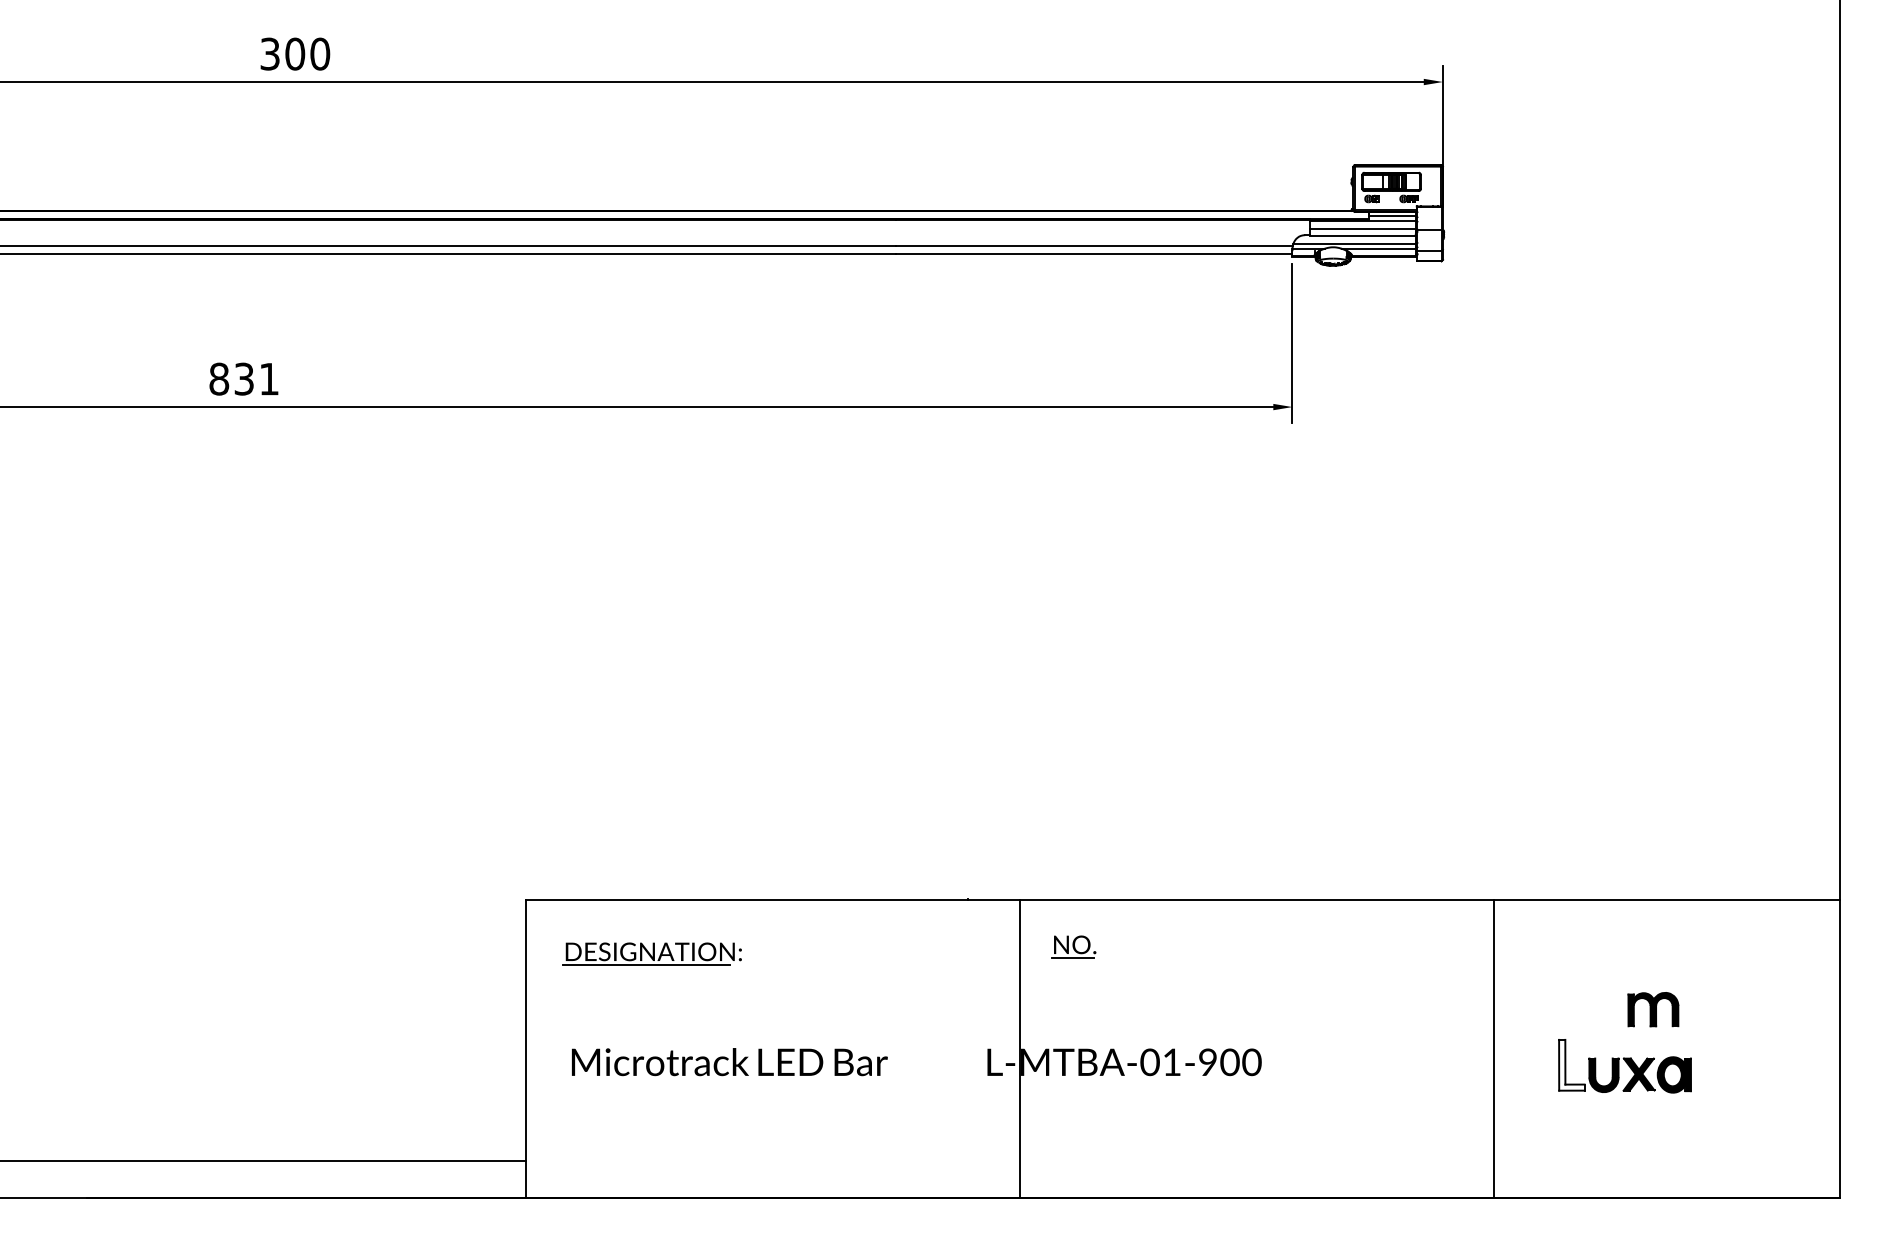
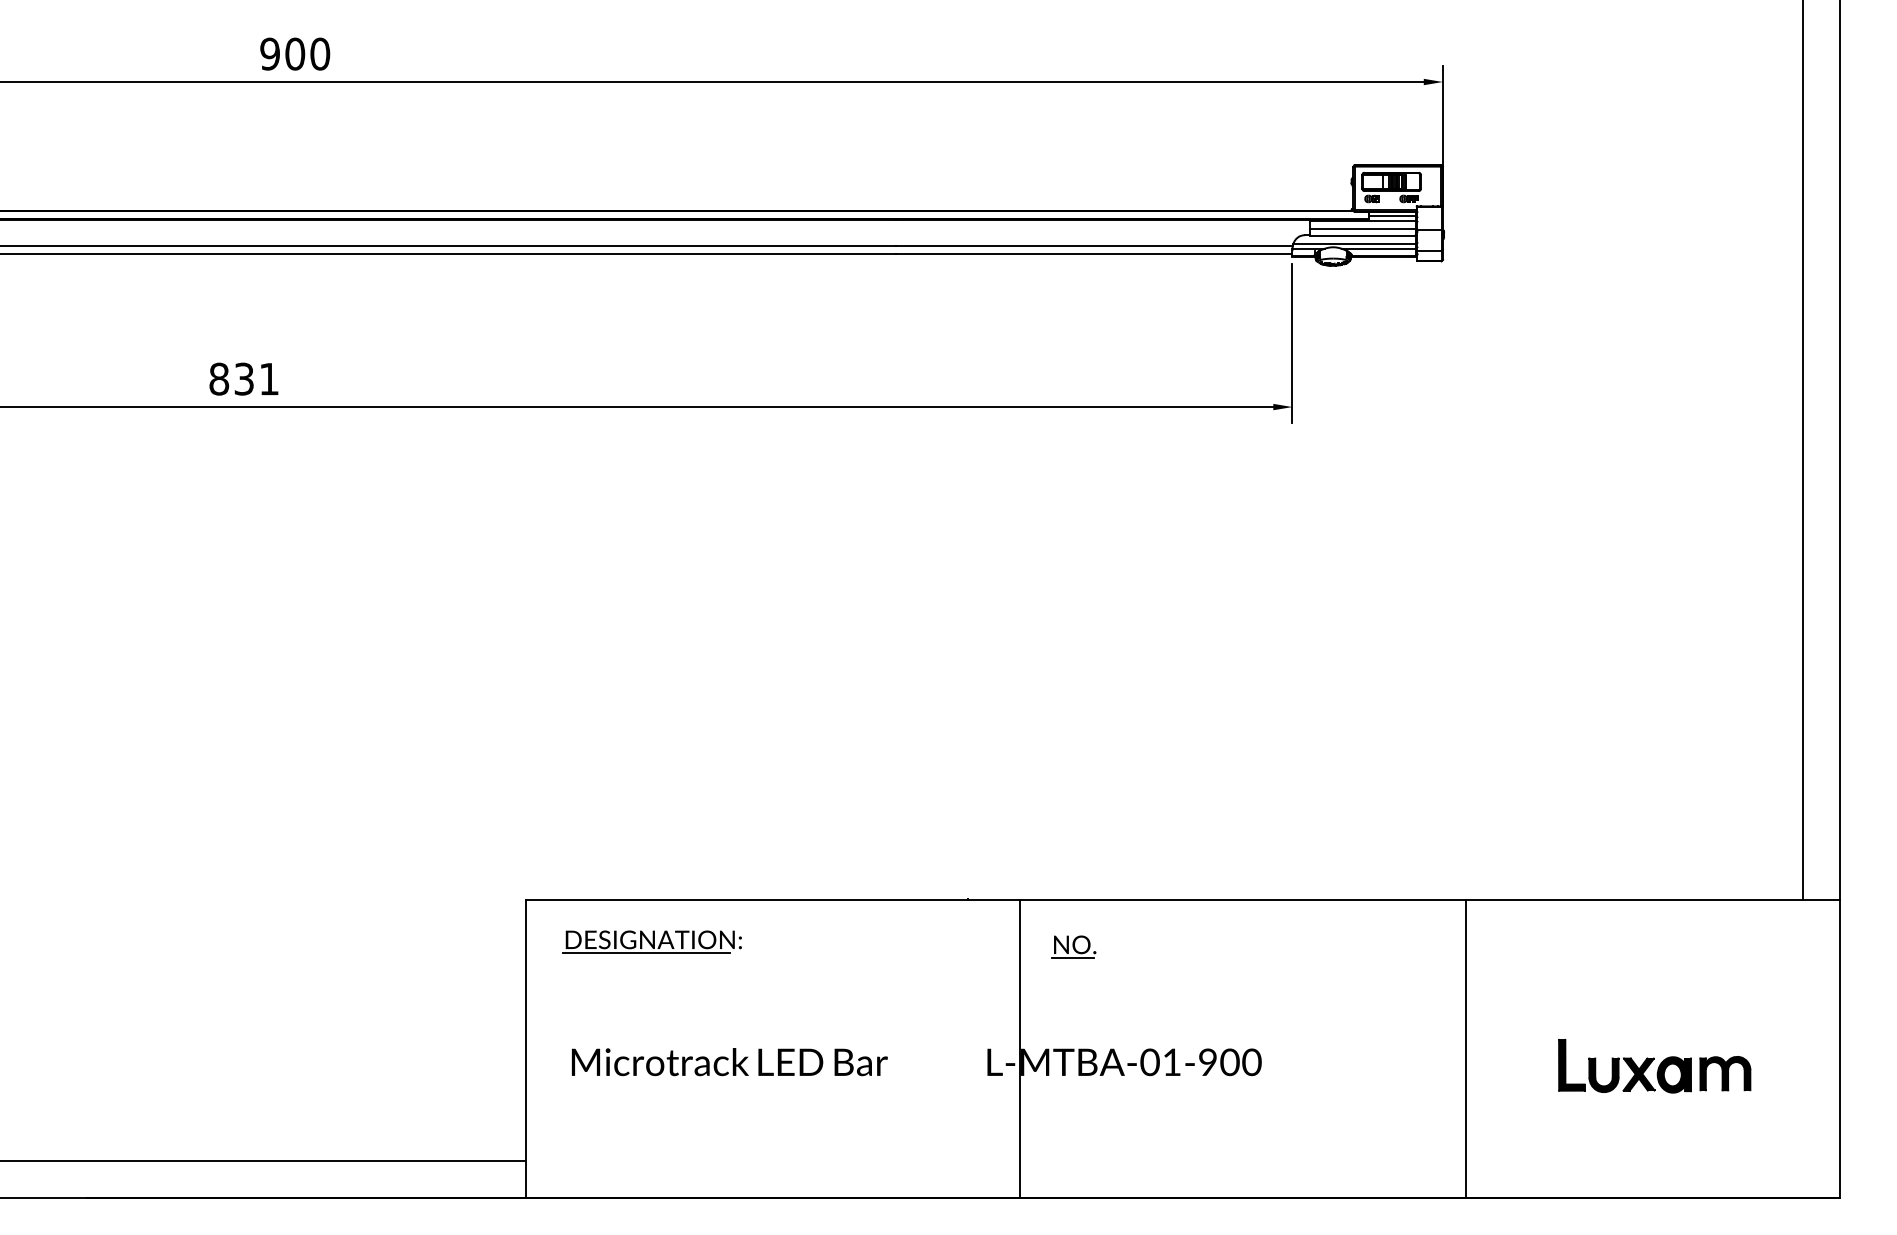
text at (269, 53): 300 -> 900
line at (1803, 451): none -> present
part at (651, 953) position: (651, 953) -> (651, 941)
part at (1653, 1009) position: (1653, 1009) -> (1725, 1073)
line at (1493, 1048) position: (1493, 1048) -> (1465, 1048)
fill at (1571, 1064): none -> present
